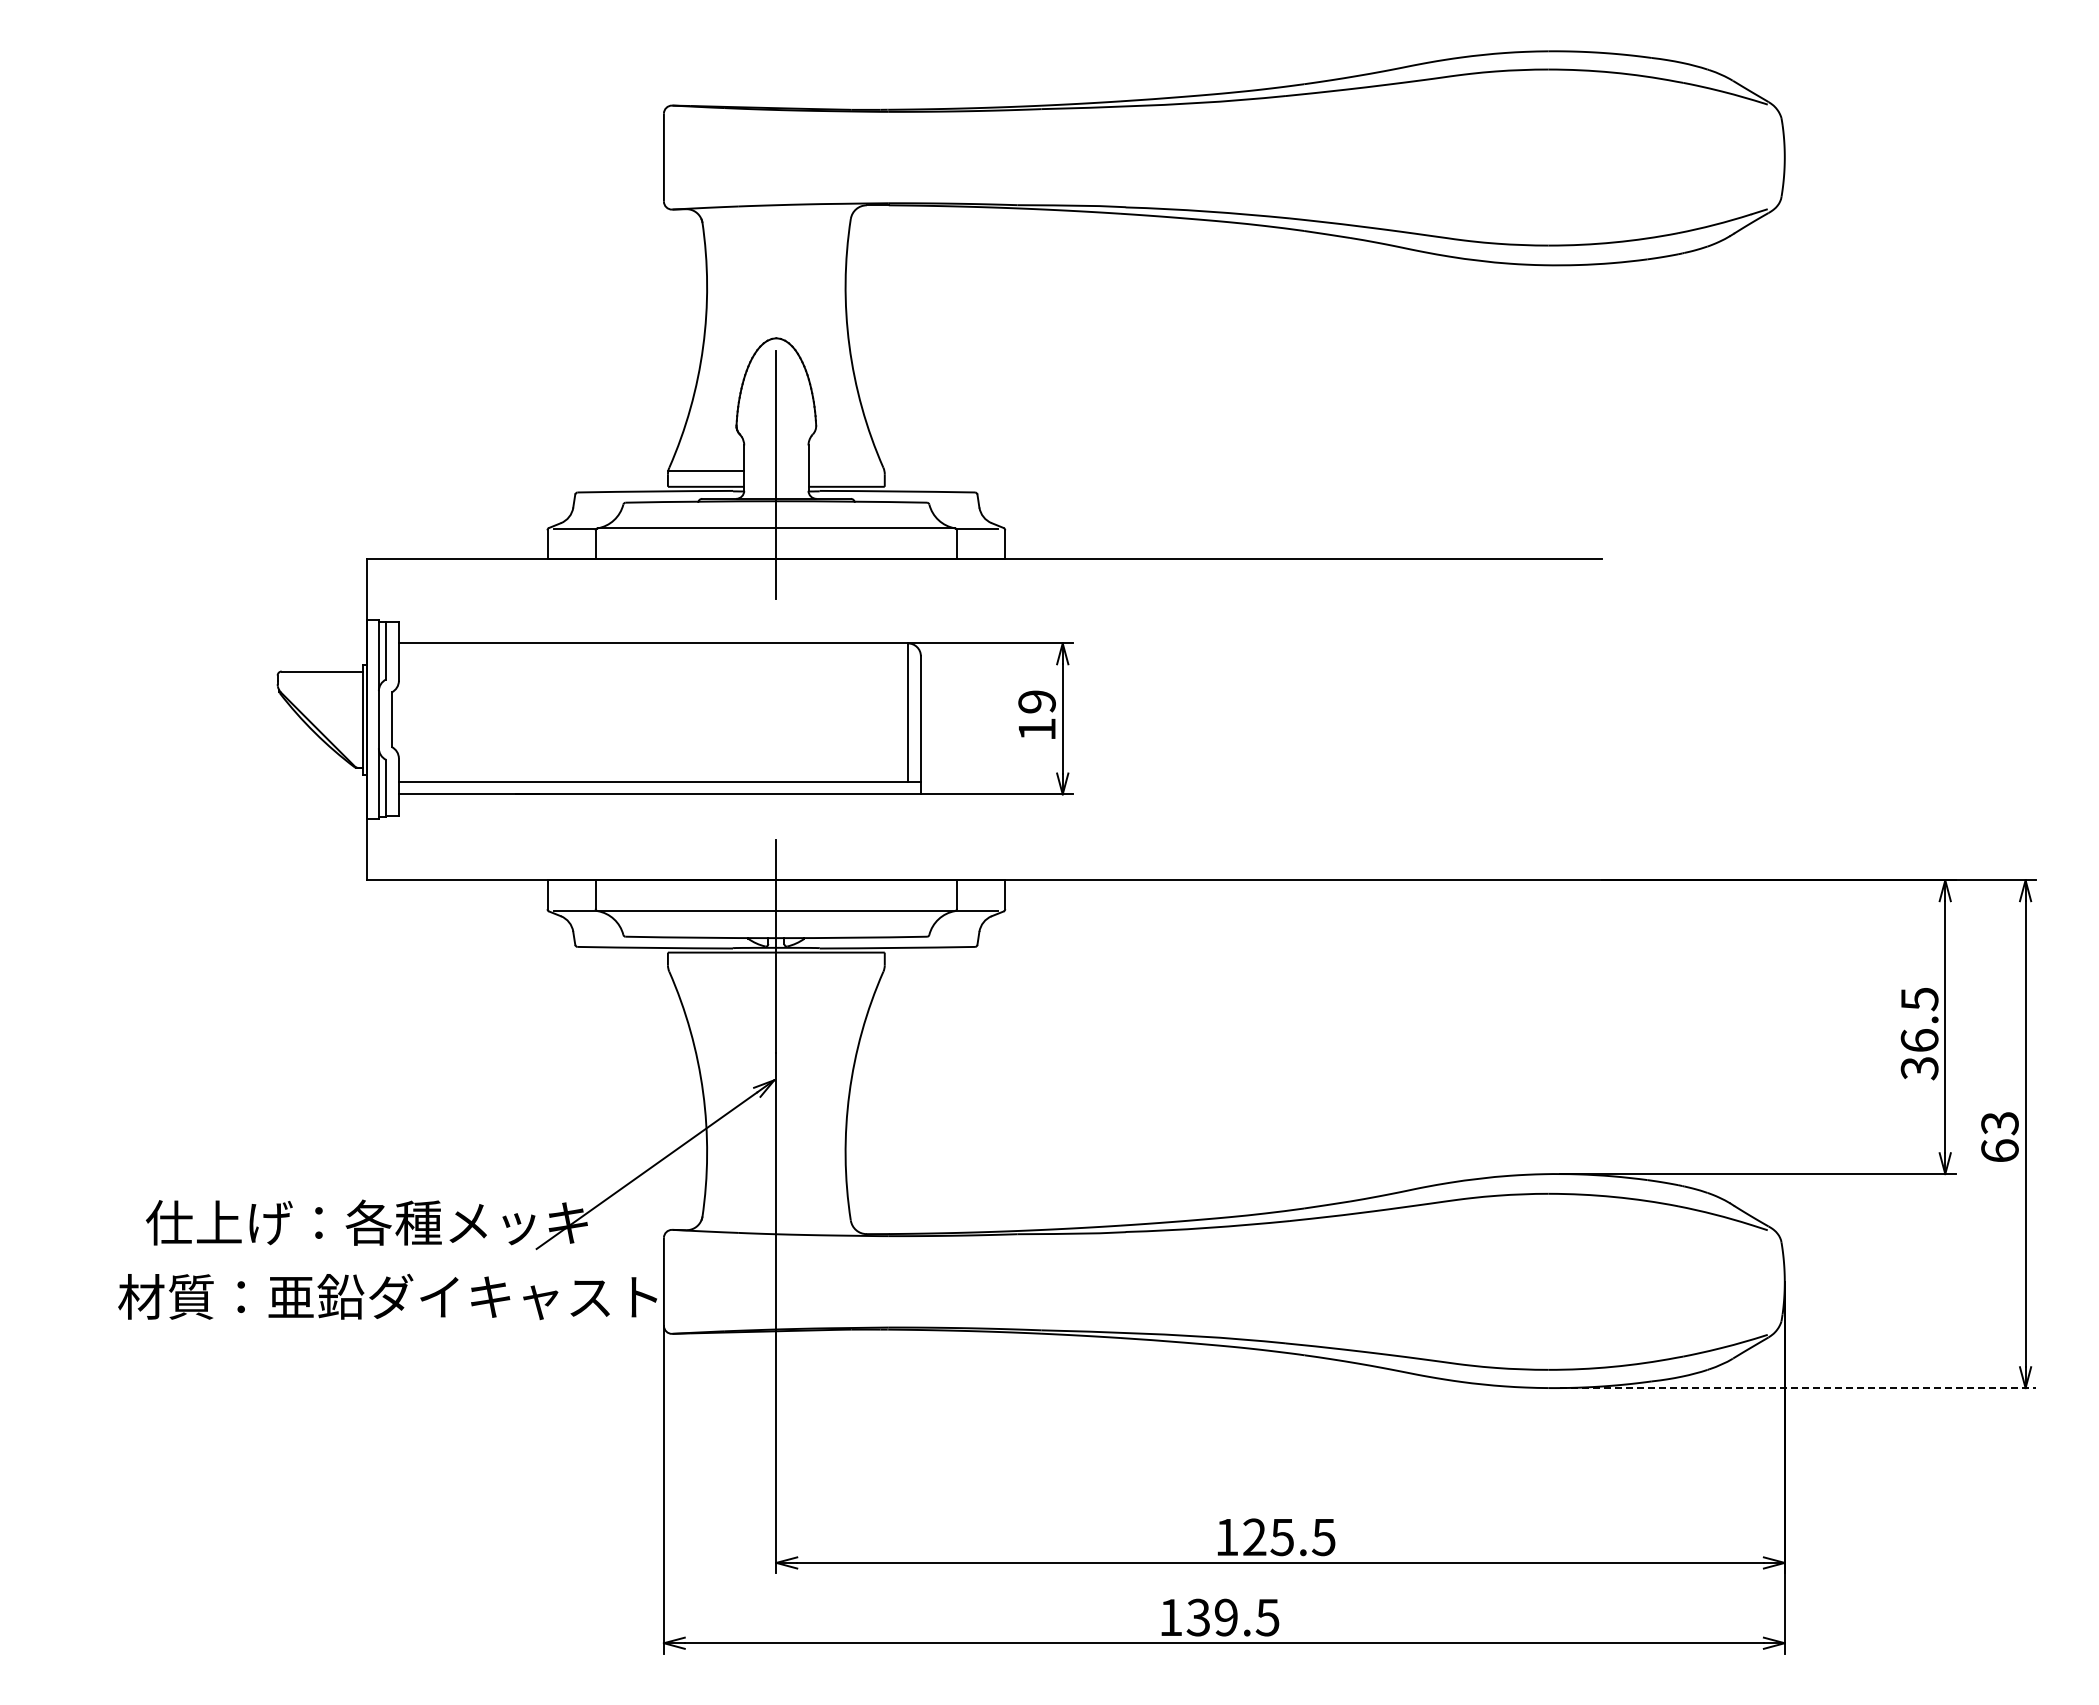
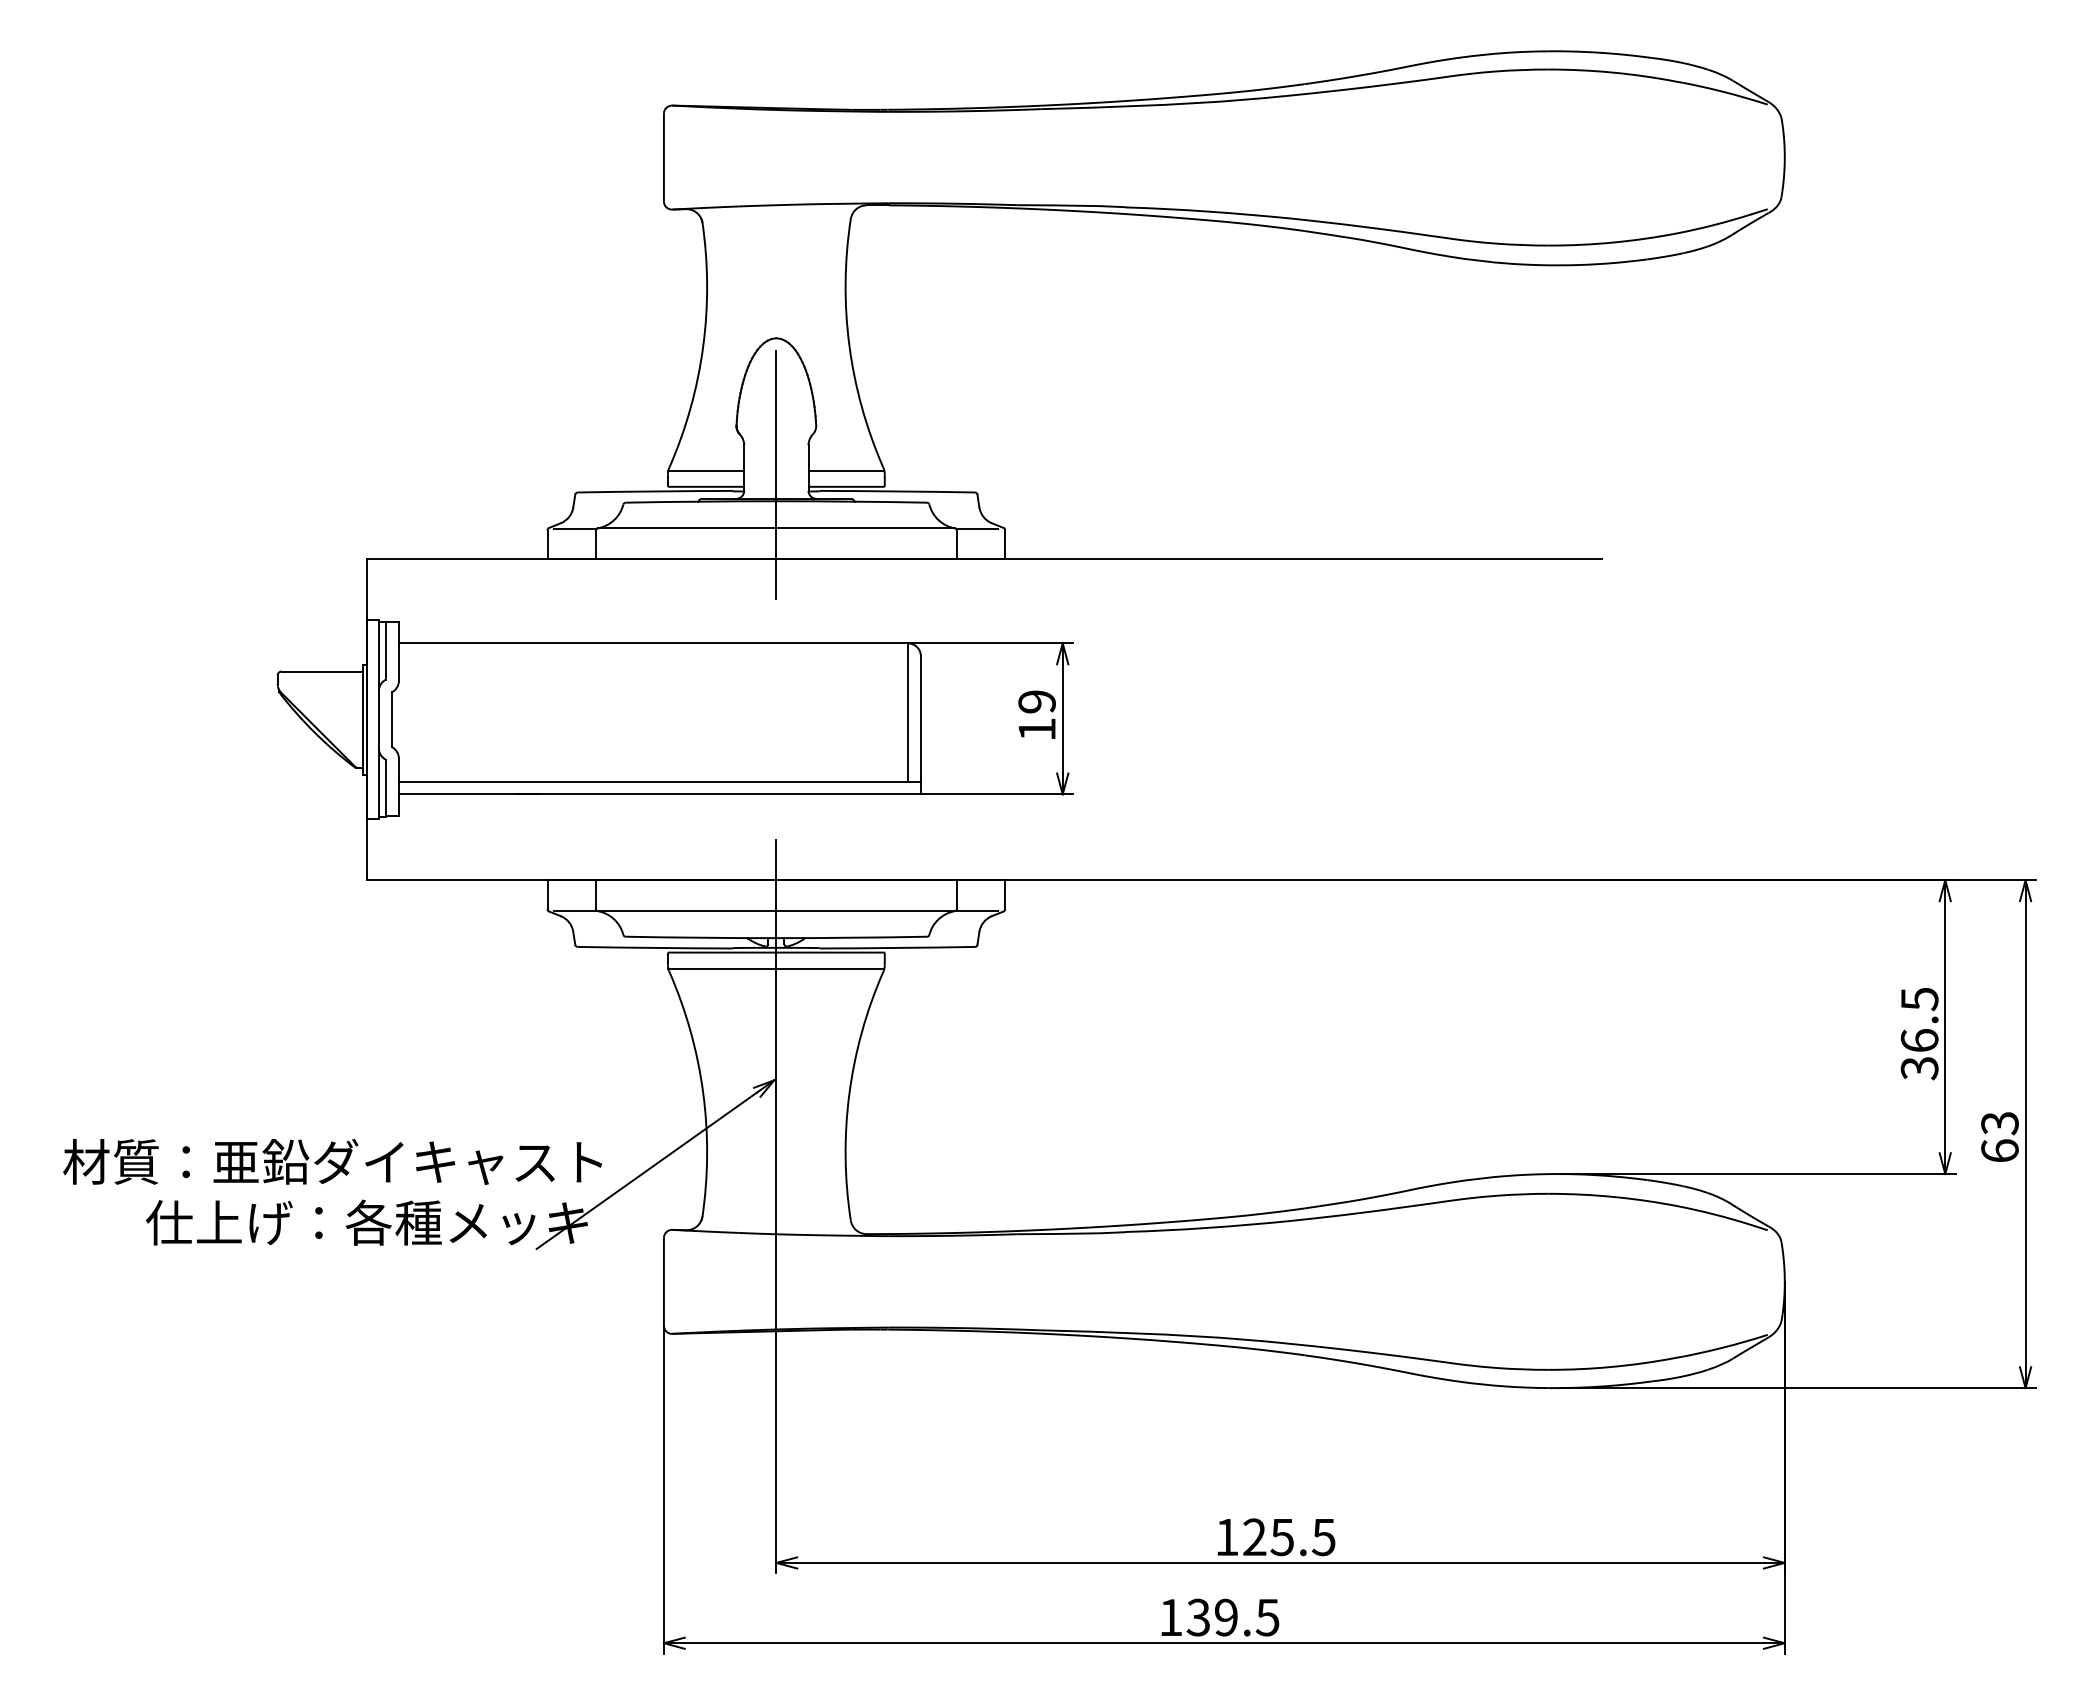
line at (846, 470): none -> present
line at (776, 968): none -> present
text at (387, 1296) position: (387, 1296) -> (332, 1161)
line at (1798, 1388): dashed -> solid
